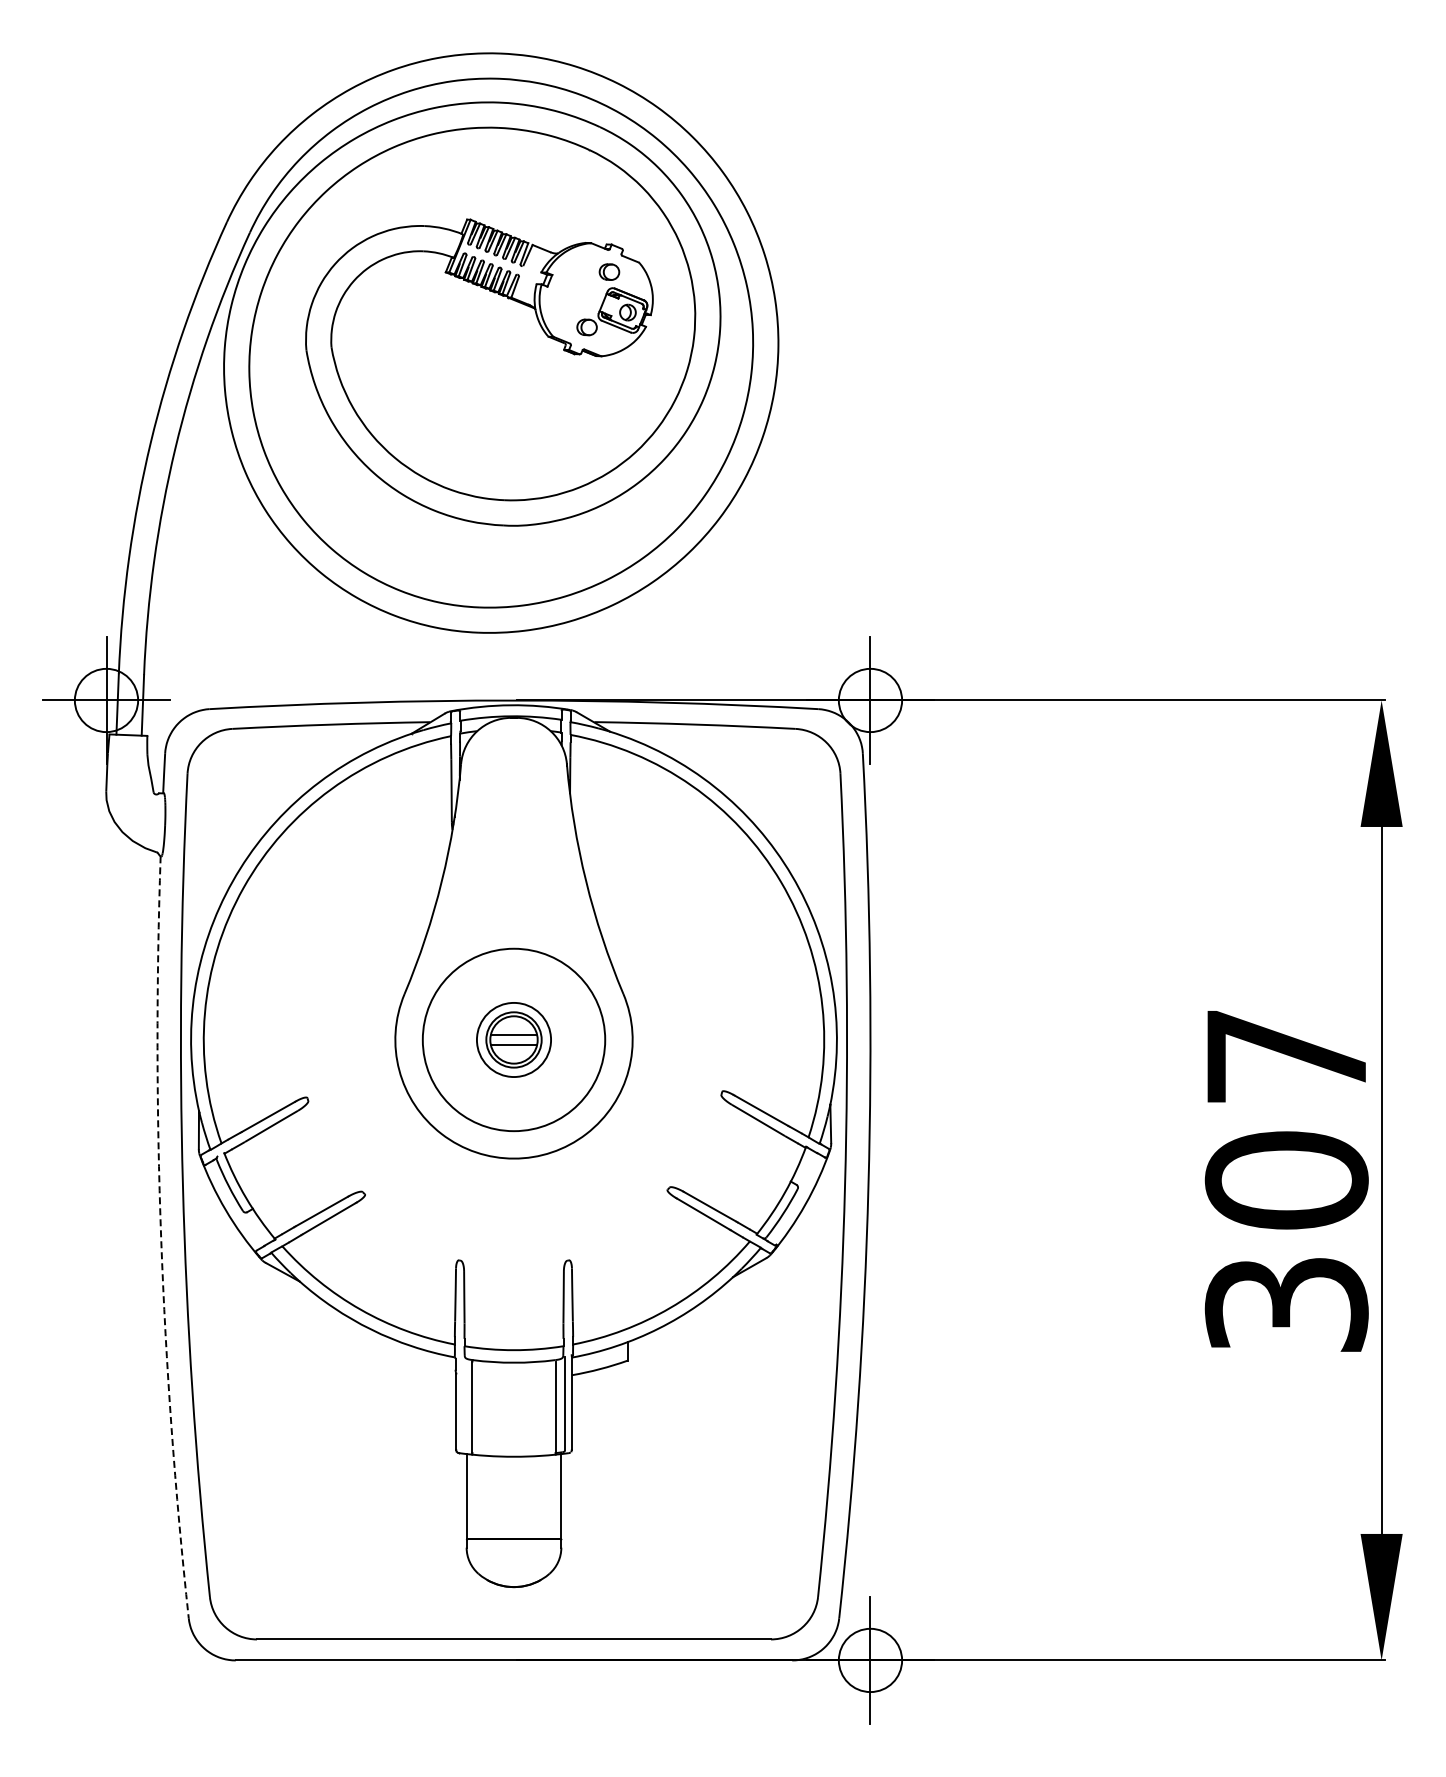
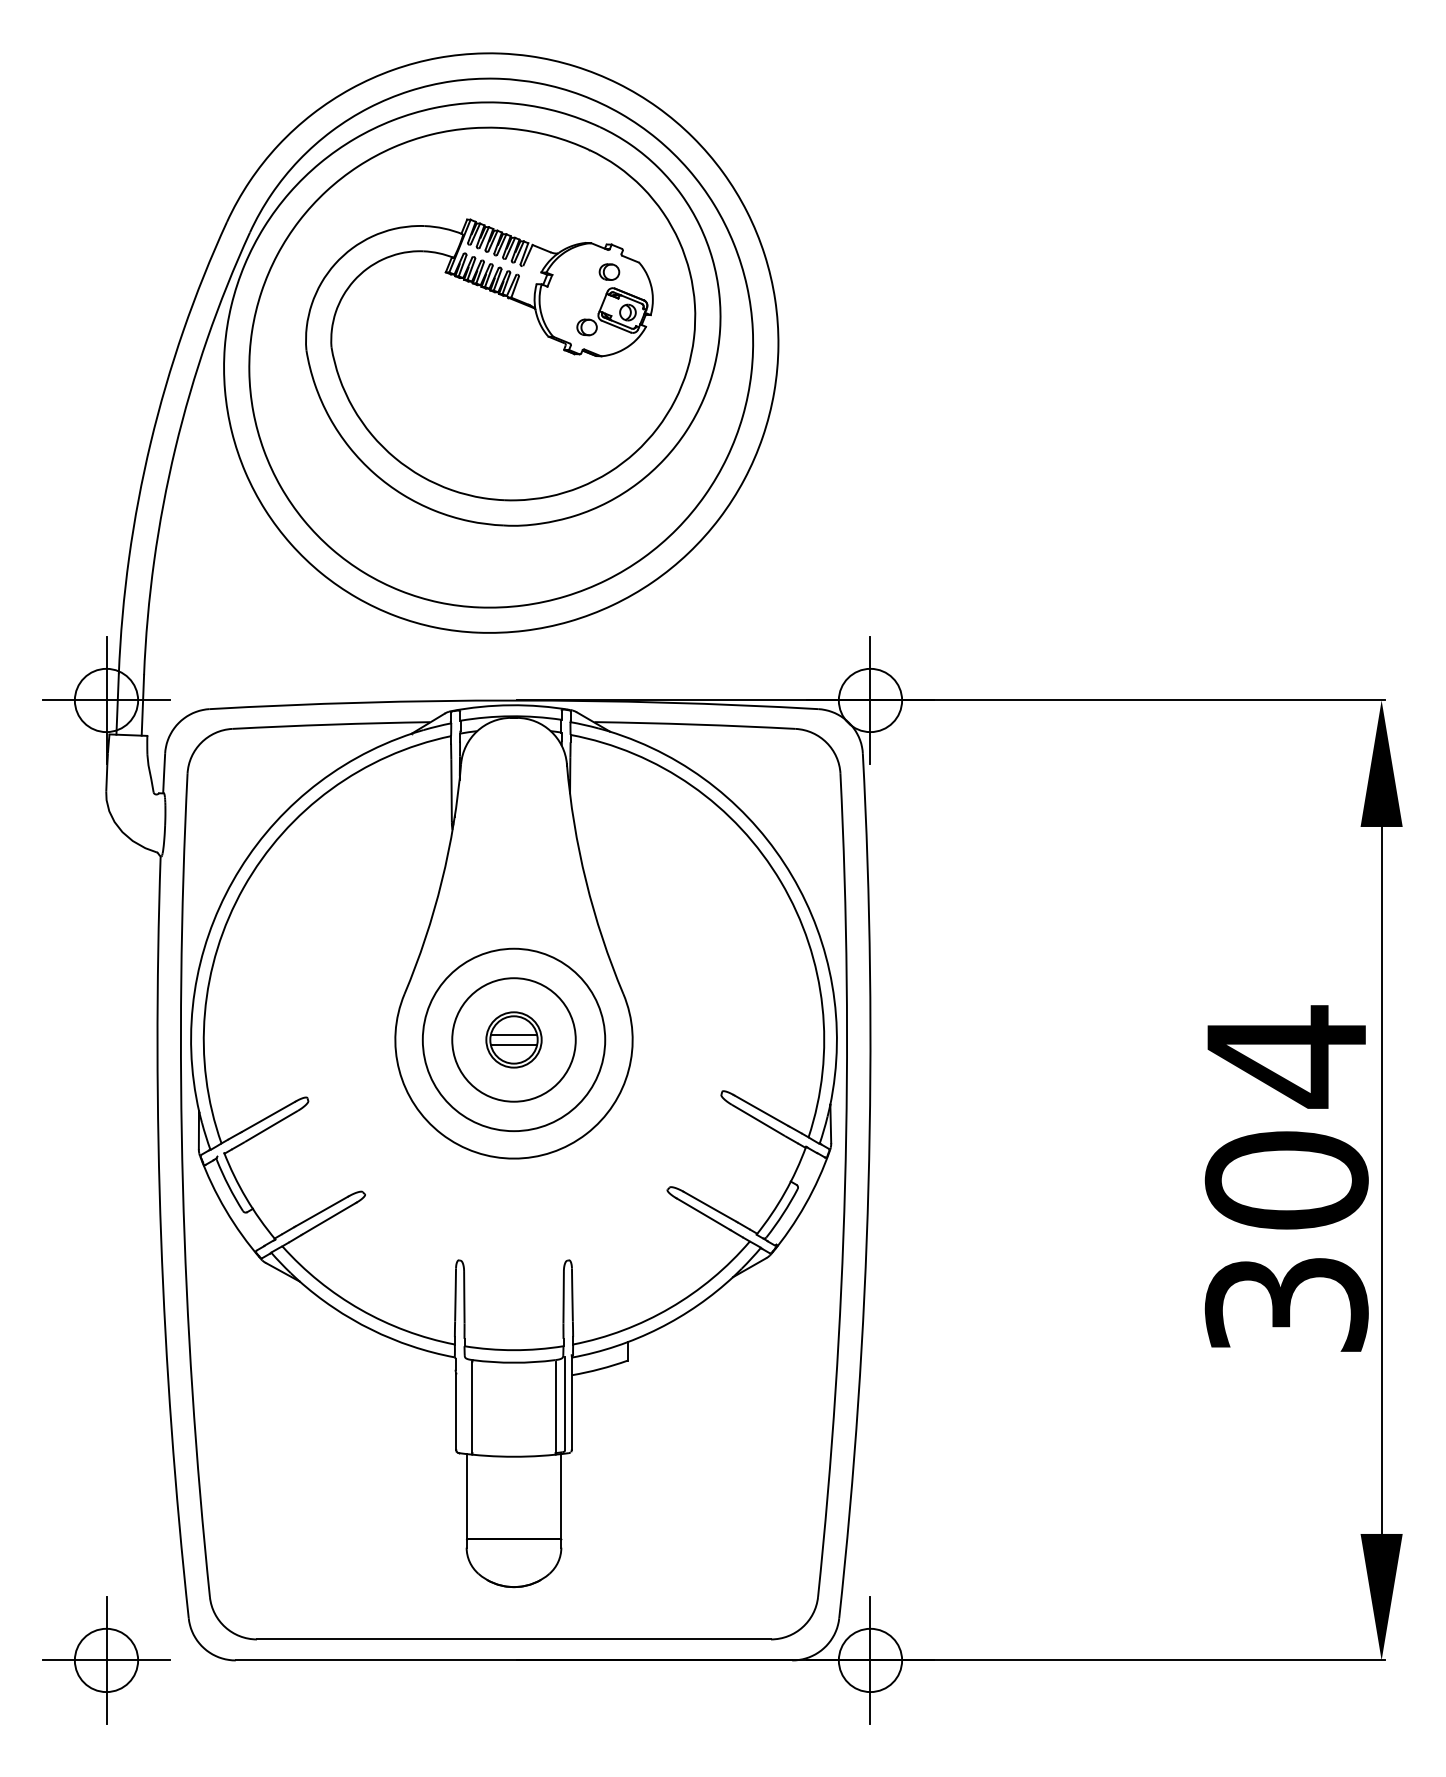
circle at (513, 1039) diameter: 74 px -> 124 px
text at (1286, 1056): 307 -> 304
arc at (161, 1237): dashed -> solid
part at (106, 1660): none -> present
